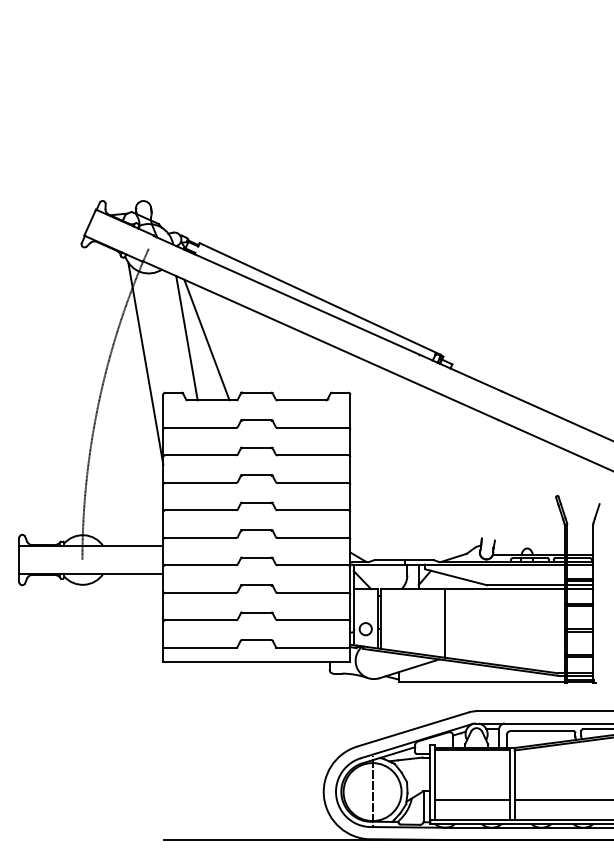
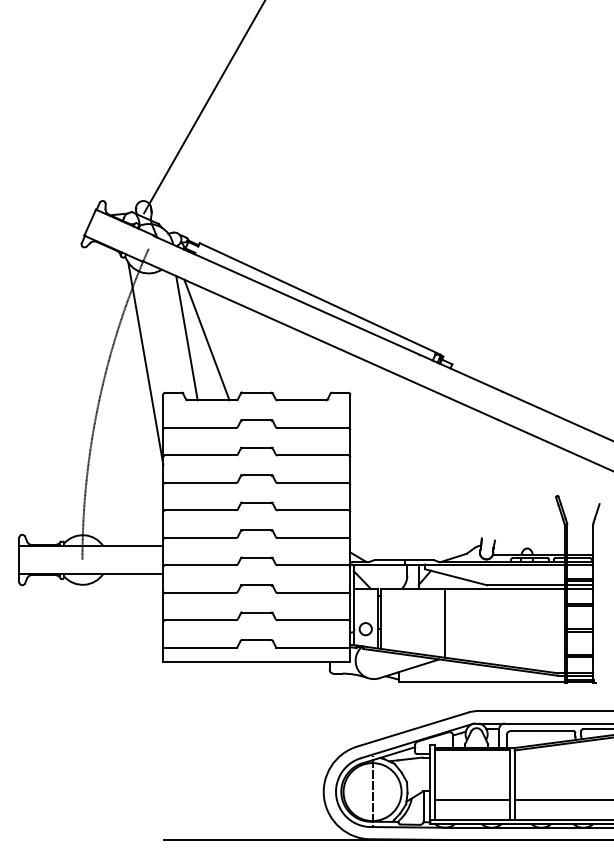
line at (204, 107): none -> present
